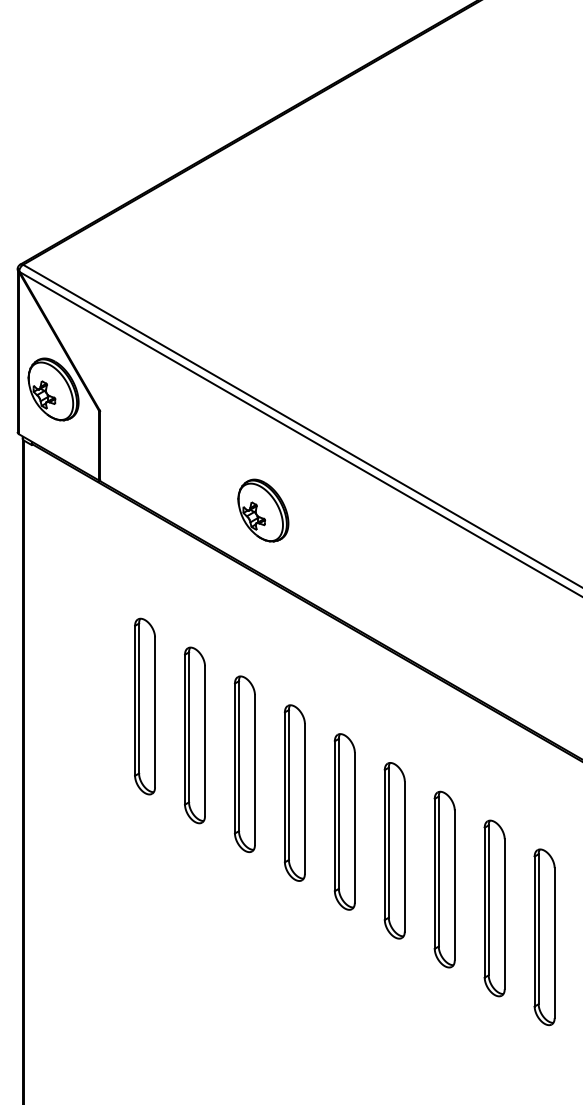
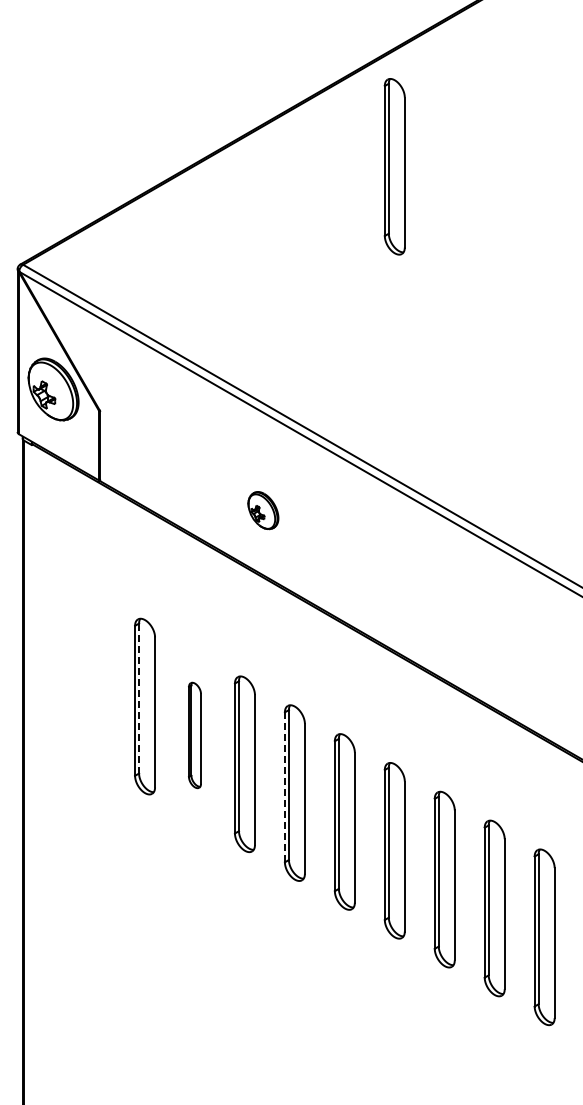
part at (394, 166): none -> present
part at (263, 510) size: 53x65 px -> 33x40 px
line at (139, 698): solid -> dashed
part at (194, 735) size: 22x179 px -> 14x109 px
line at (284, 787): solid -> dashed
